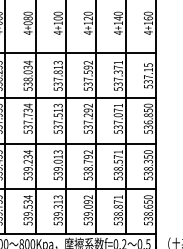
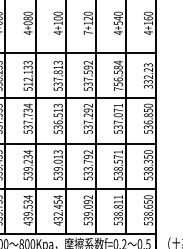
text at (118, 23): 4+140 -> 4+540
text at (87, 32): 4+120 -> 7+120
text at (27, 73): 538.034 -> 512.133
text at (117, 75): 537.371 -> 756.584
text at (147, 75): 537.15 -> 332.23
text at (57, 122): 537.513 -> 536.513
text at (88, 168): 538.792 -> 533.792
text at (117, 201): 538.871 -> 538.811
text at (57, 210): 539.313 -> 432.454
text at (27, 223): 539.534 -> 439.534
